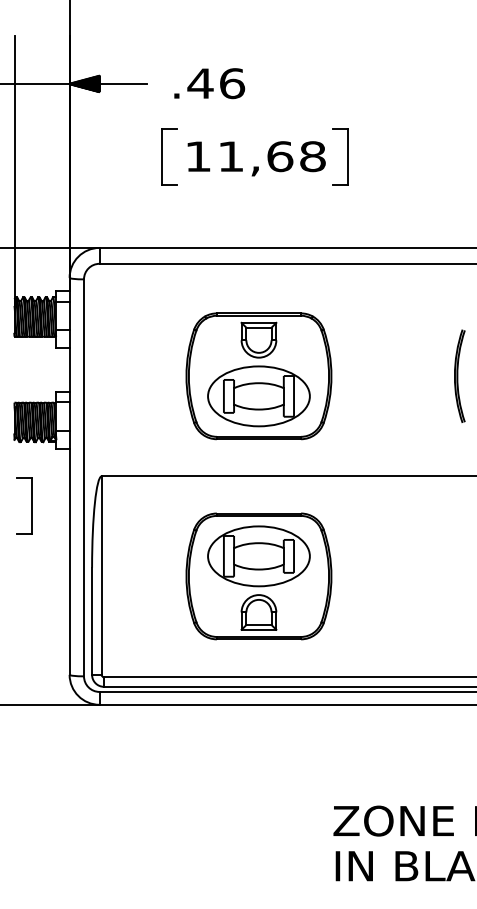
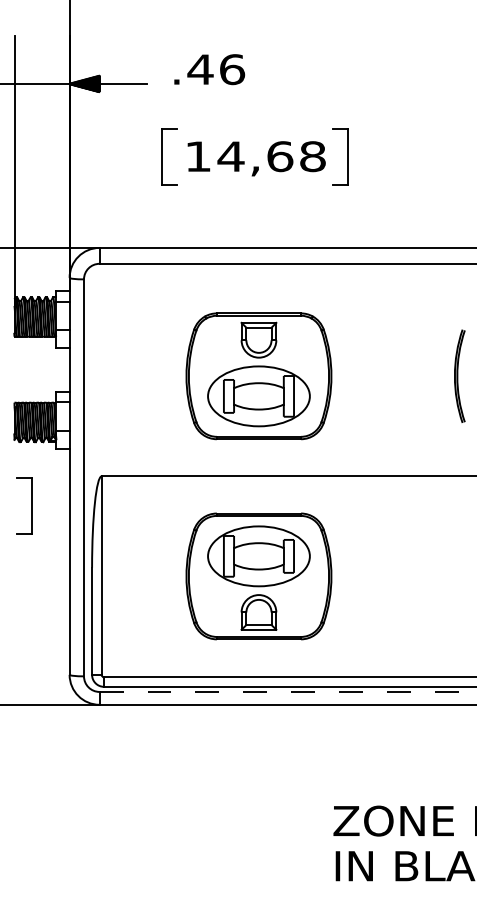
text at (209, 83) position: (209, 83) -> (209, 69)
text at (230, 156): 11,68 -> 14,68
line at (288, 691): solid -> dashed
